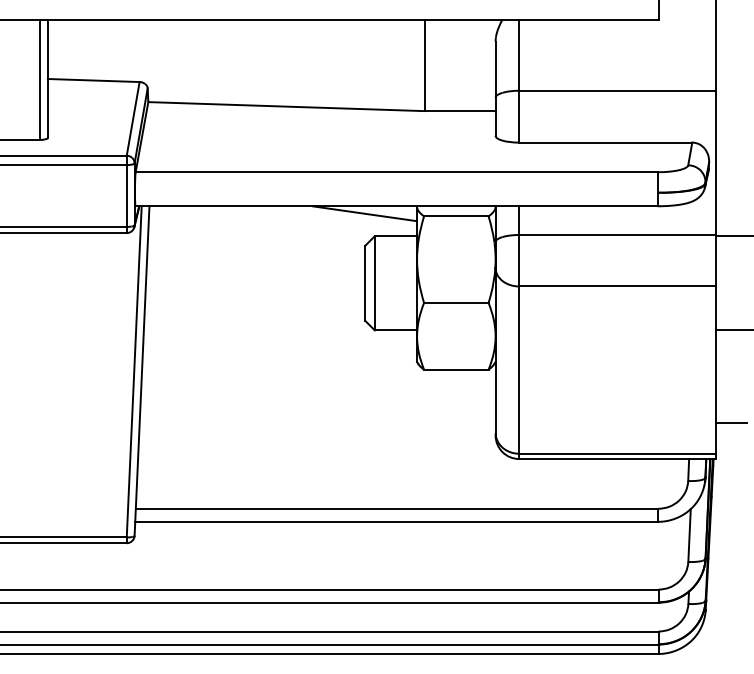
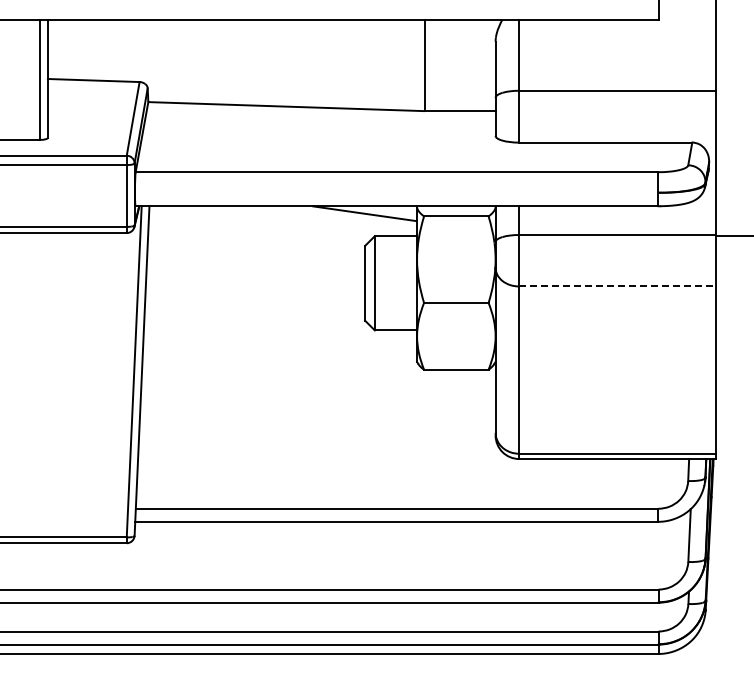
line at (617, 286): solid -> dashed
line at (732, 330): present -> none
line at (731, 422): present -> none
